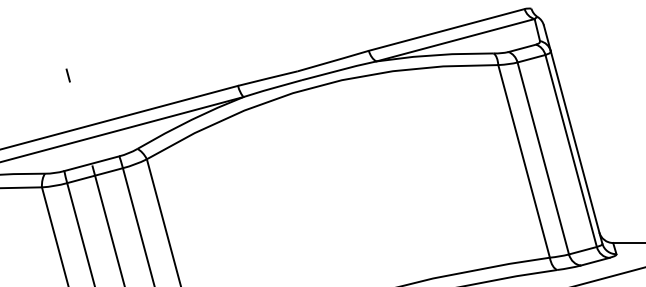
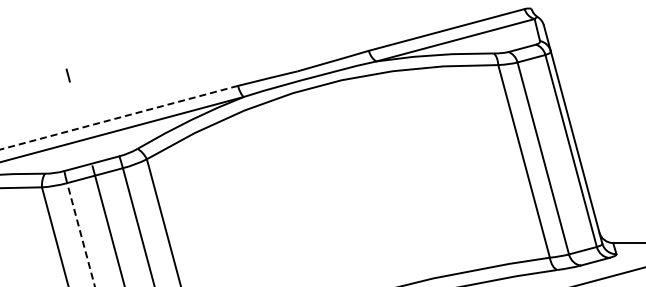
line at (119, 117): solid -> dashed
line at (80, 234): solid -> dashed
